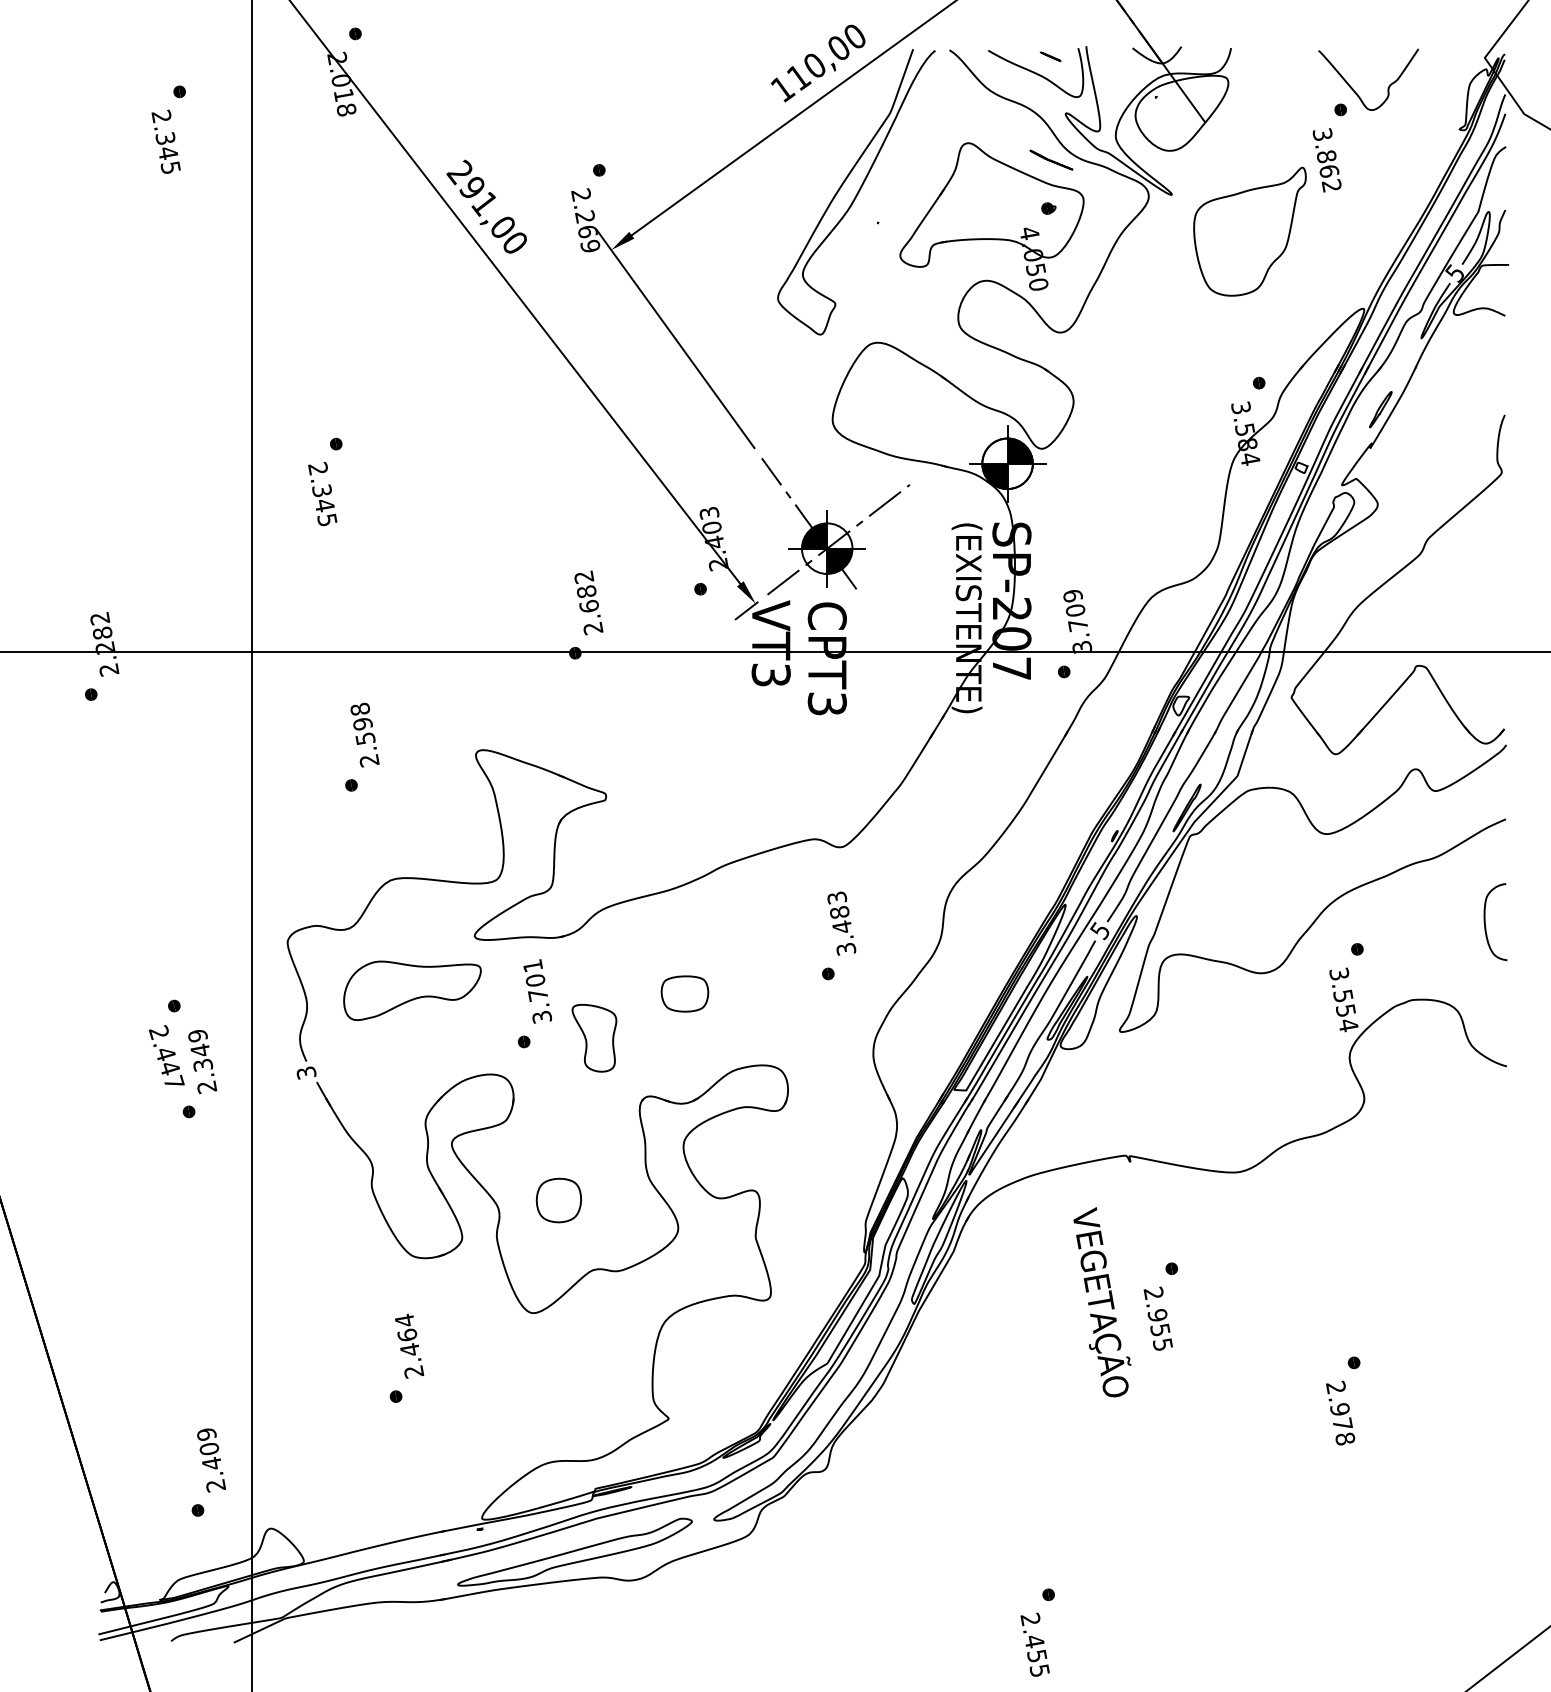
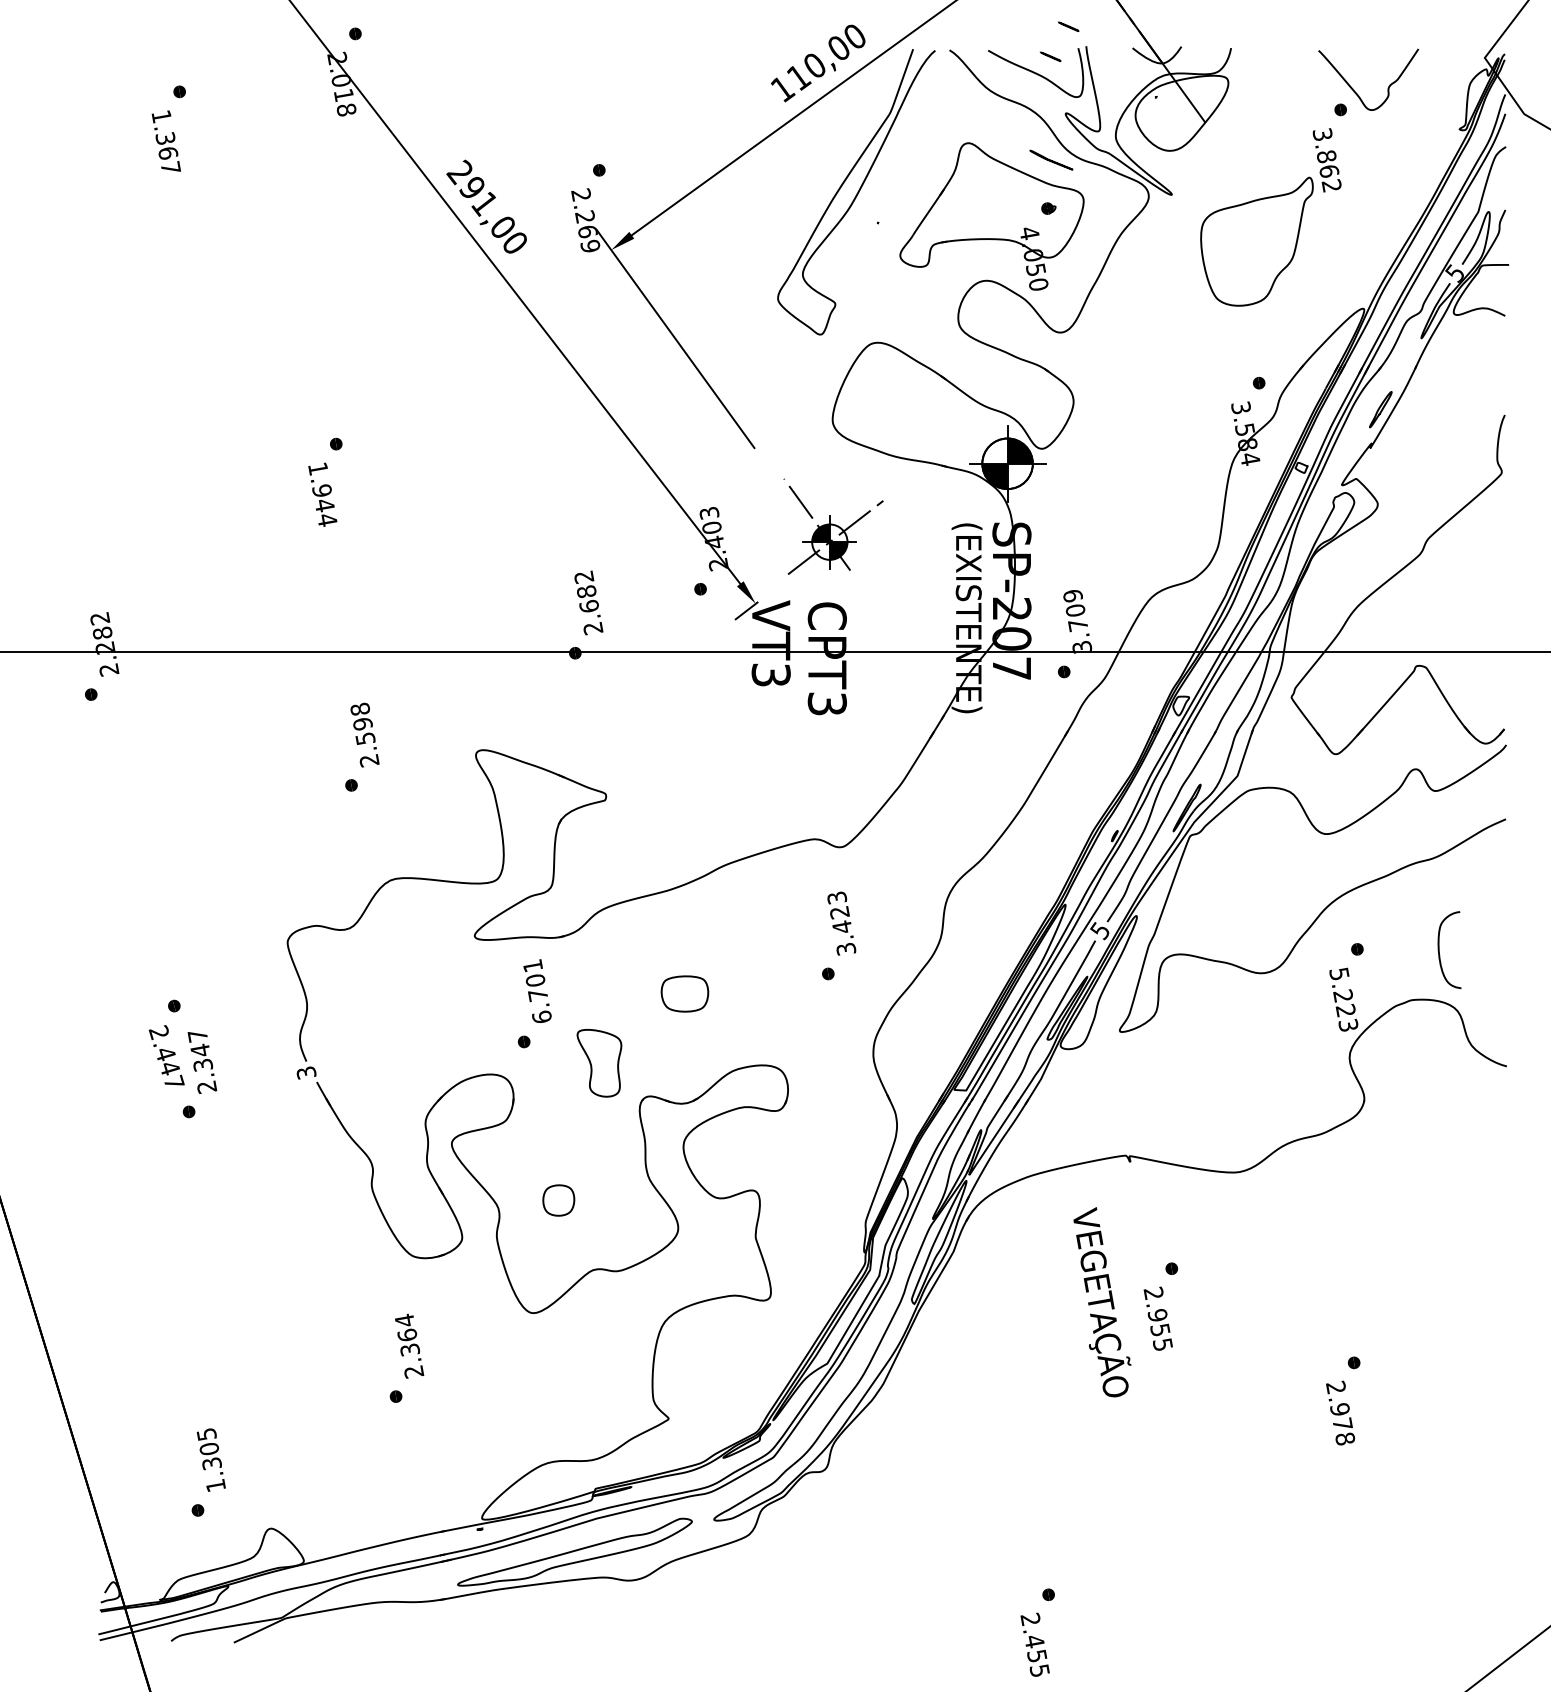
line at (1068, 26): none -> present
text at (165, 141): 2.345 -> 1.367
part at (1249, 231) position: (1249, 231) -> (1256, 241)
text at (322, 494): 2.345 -> 1.944
part at (835, 526) size: 150x138 px -> 101x97 px
line at (251, 845): present -> none
text at (839, 912): 3.483 -> 3.423
curve at (1485, 922) position: (1485, 922) -> (1439, 950)
part at (412, 990): present -> none
text at (1344, 999): 3.554 -> 5.223
text at (542, 1016): 3.701 -> 6.701
text at (197, 1036): 2.349 -> 2.347
part at (594, 1038) position: (594, 1038) -> (599, 1063)
part at (558, 1200) size: 47x47 px -> 34x33 px
text at (410, 1349): 2.464 -> 2.364
text at (211, 1460): 2.409 -> 1.305
